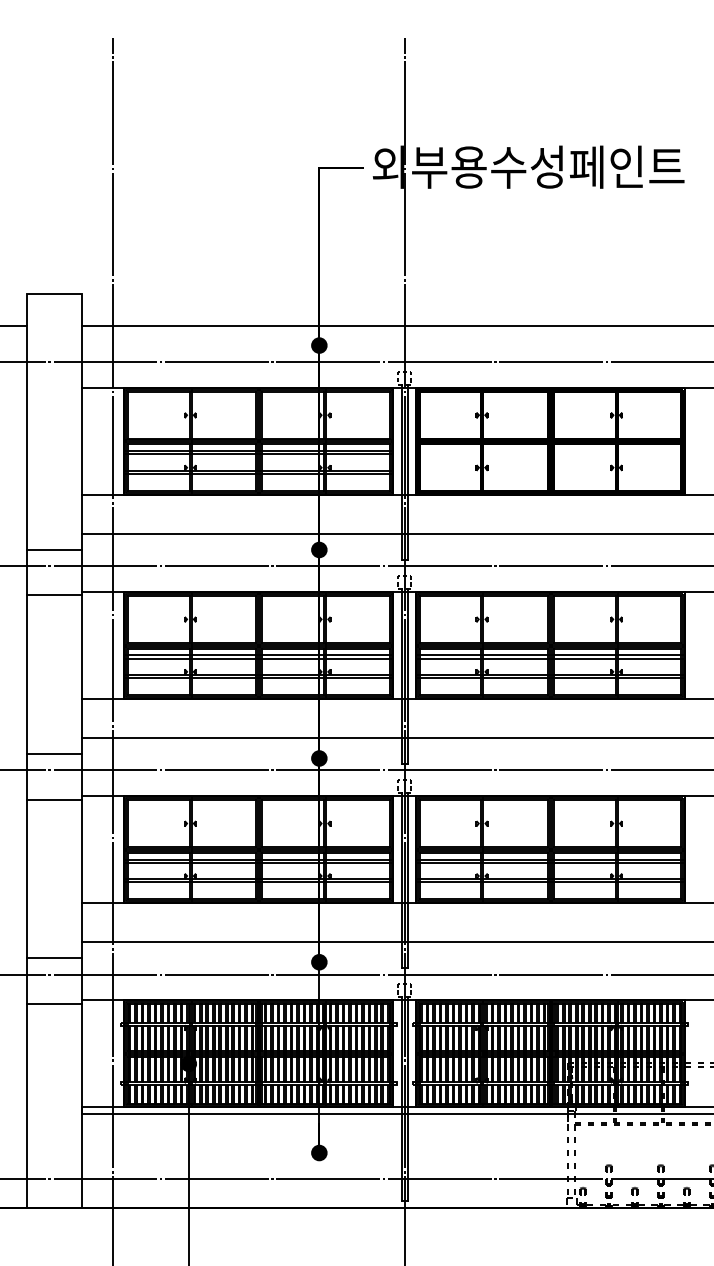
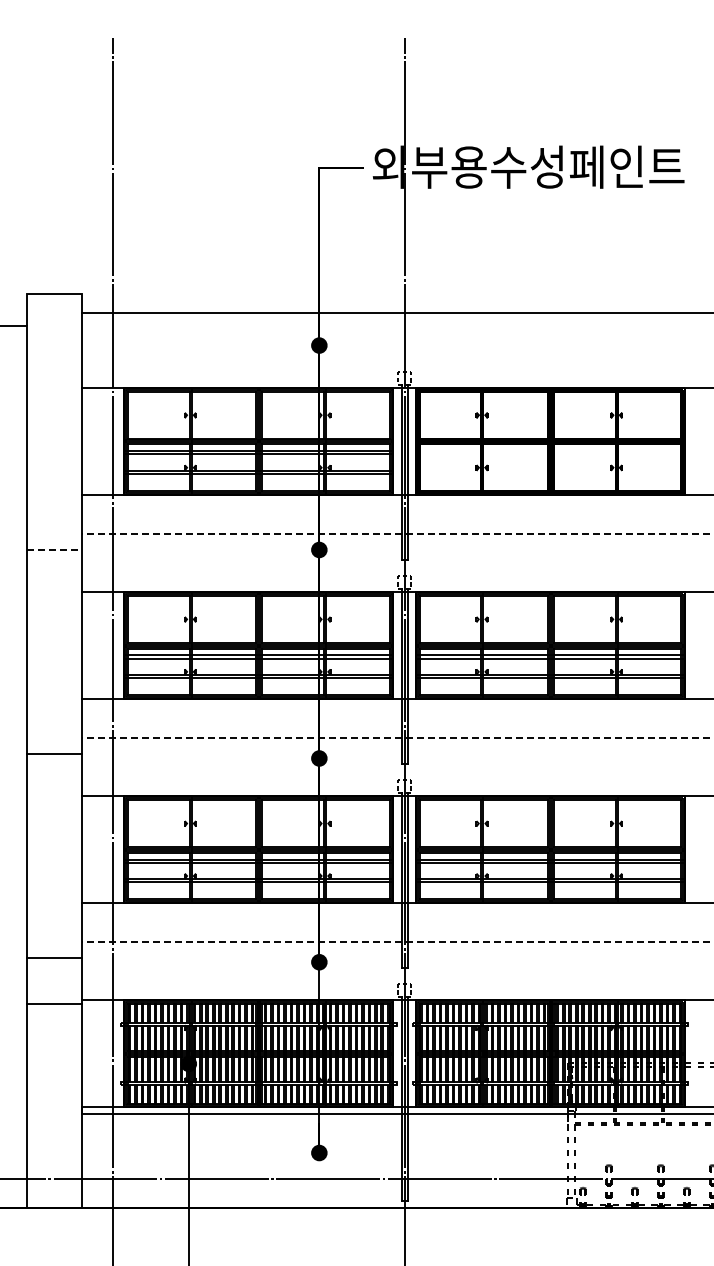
line at (395, 326) position: (395, 326) -> (395, 313)
line at (356, 362): present -> none
line at (397, 533): solid -> dashed
line at (54, 550): solid -> dashed
line at (356, 566): present -> none
line at (54, 595): present -> none
line at (397, 737): solid -> dashed
line at (356, 770): present -> none
line at (54, 799): present -> none
line at (397, 942): solid -> dashed
line at (356, 974): present -> none
